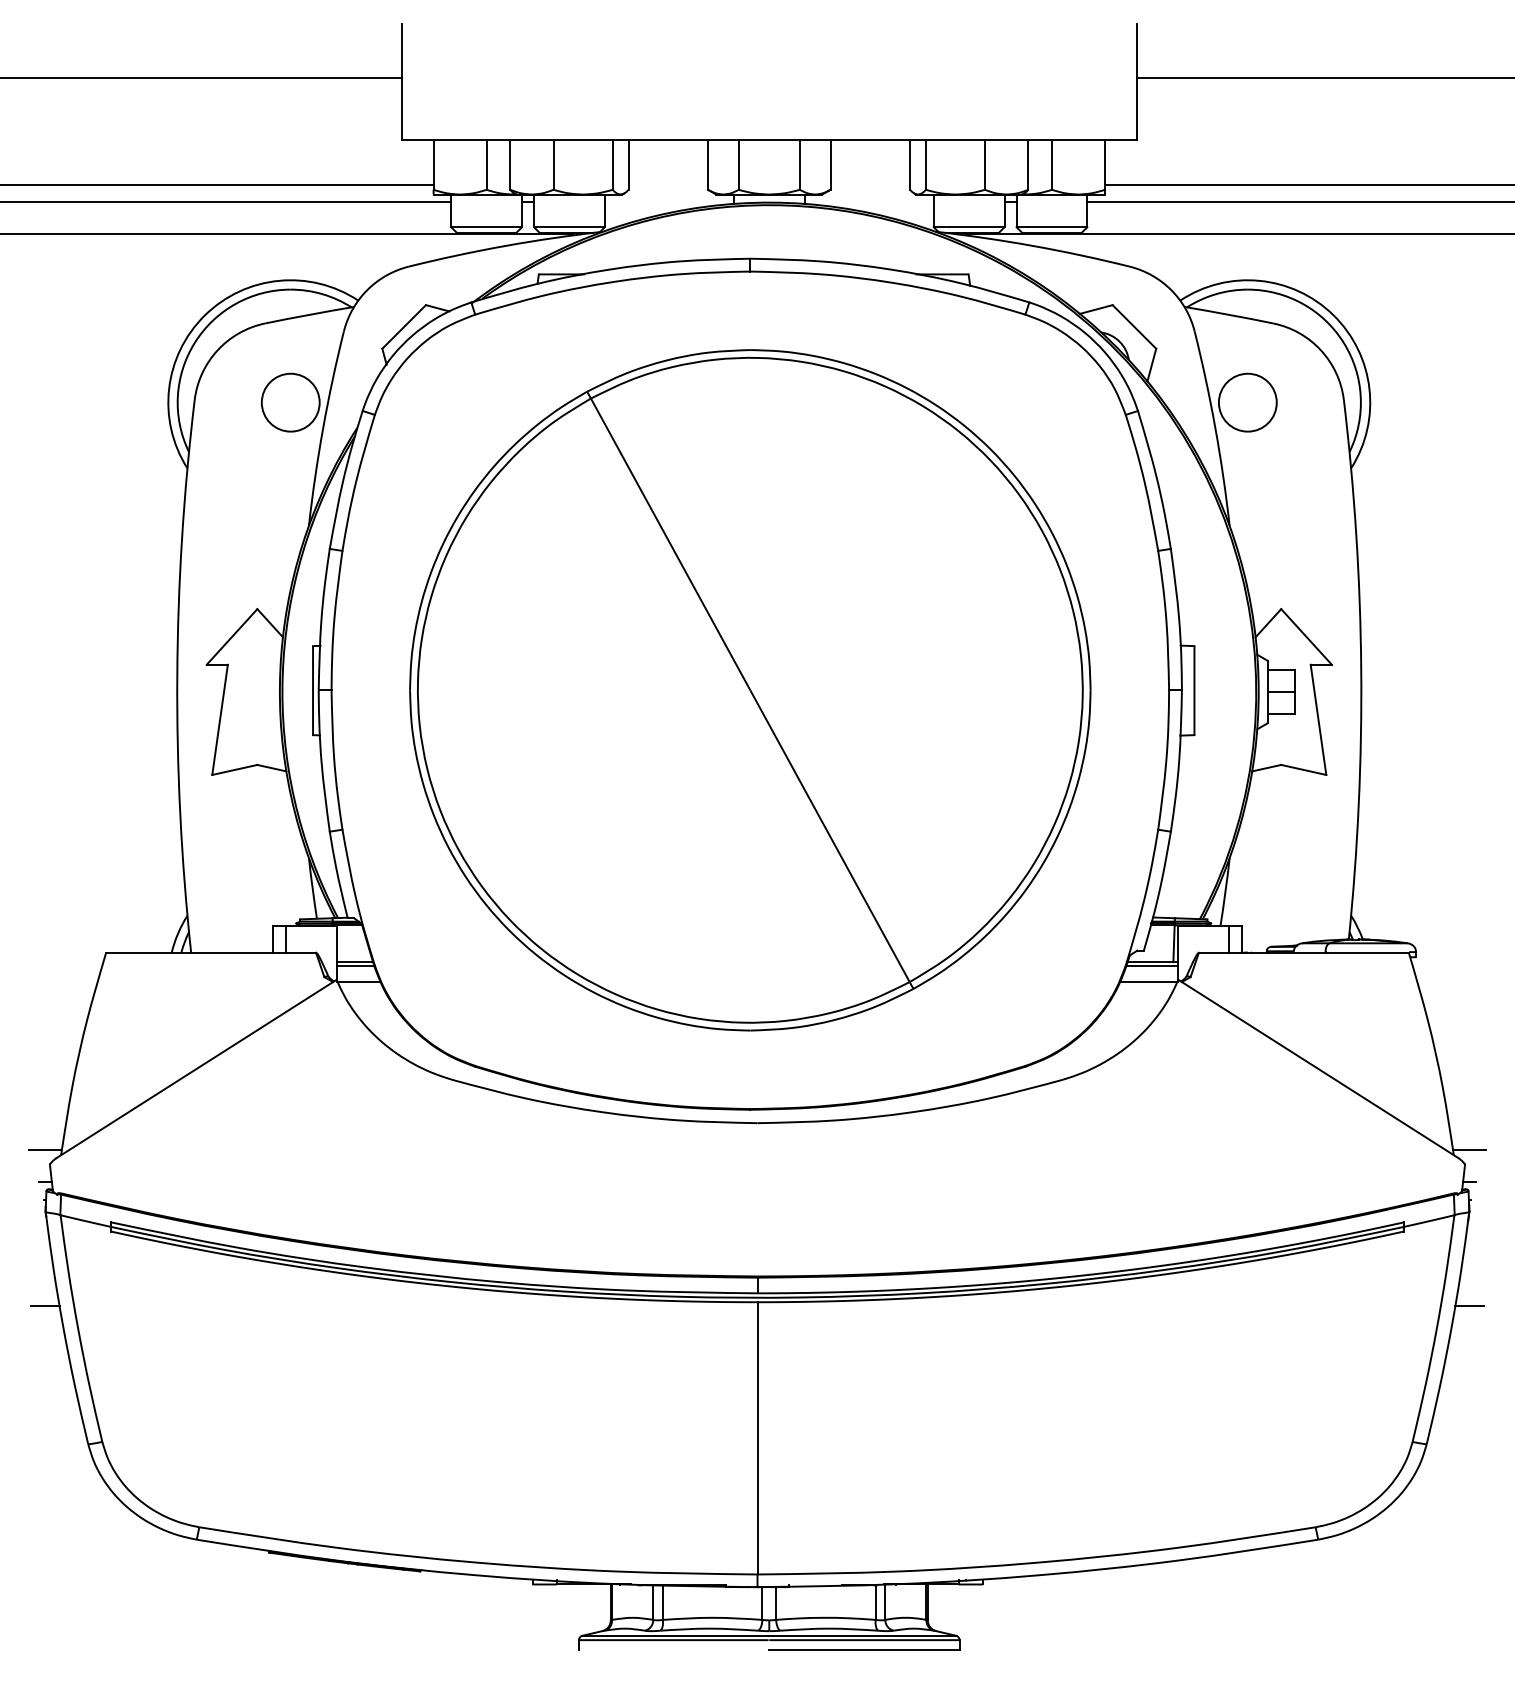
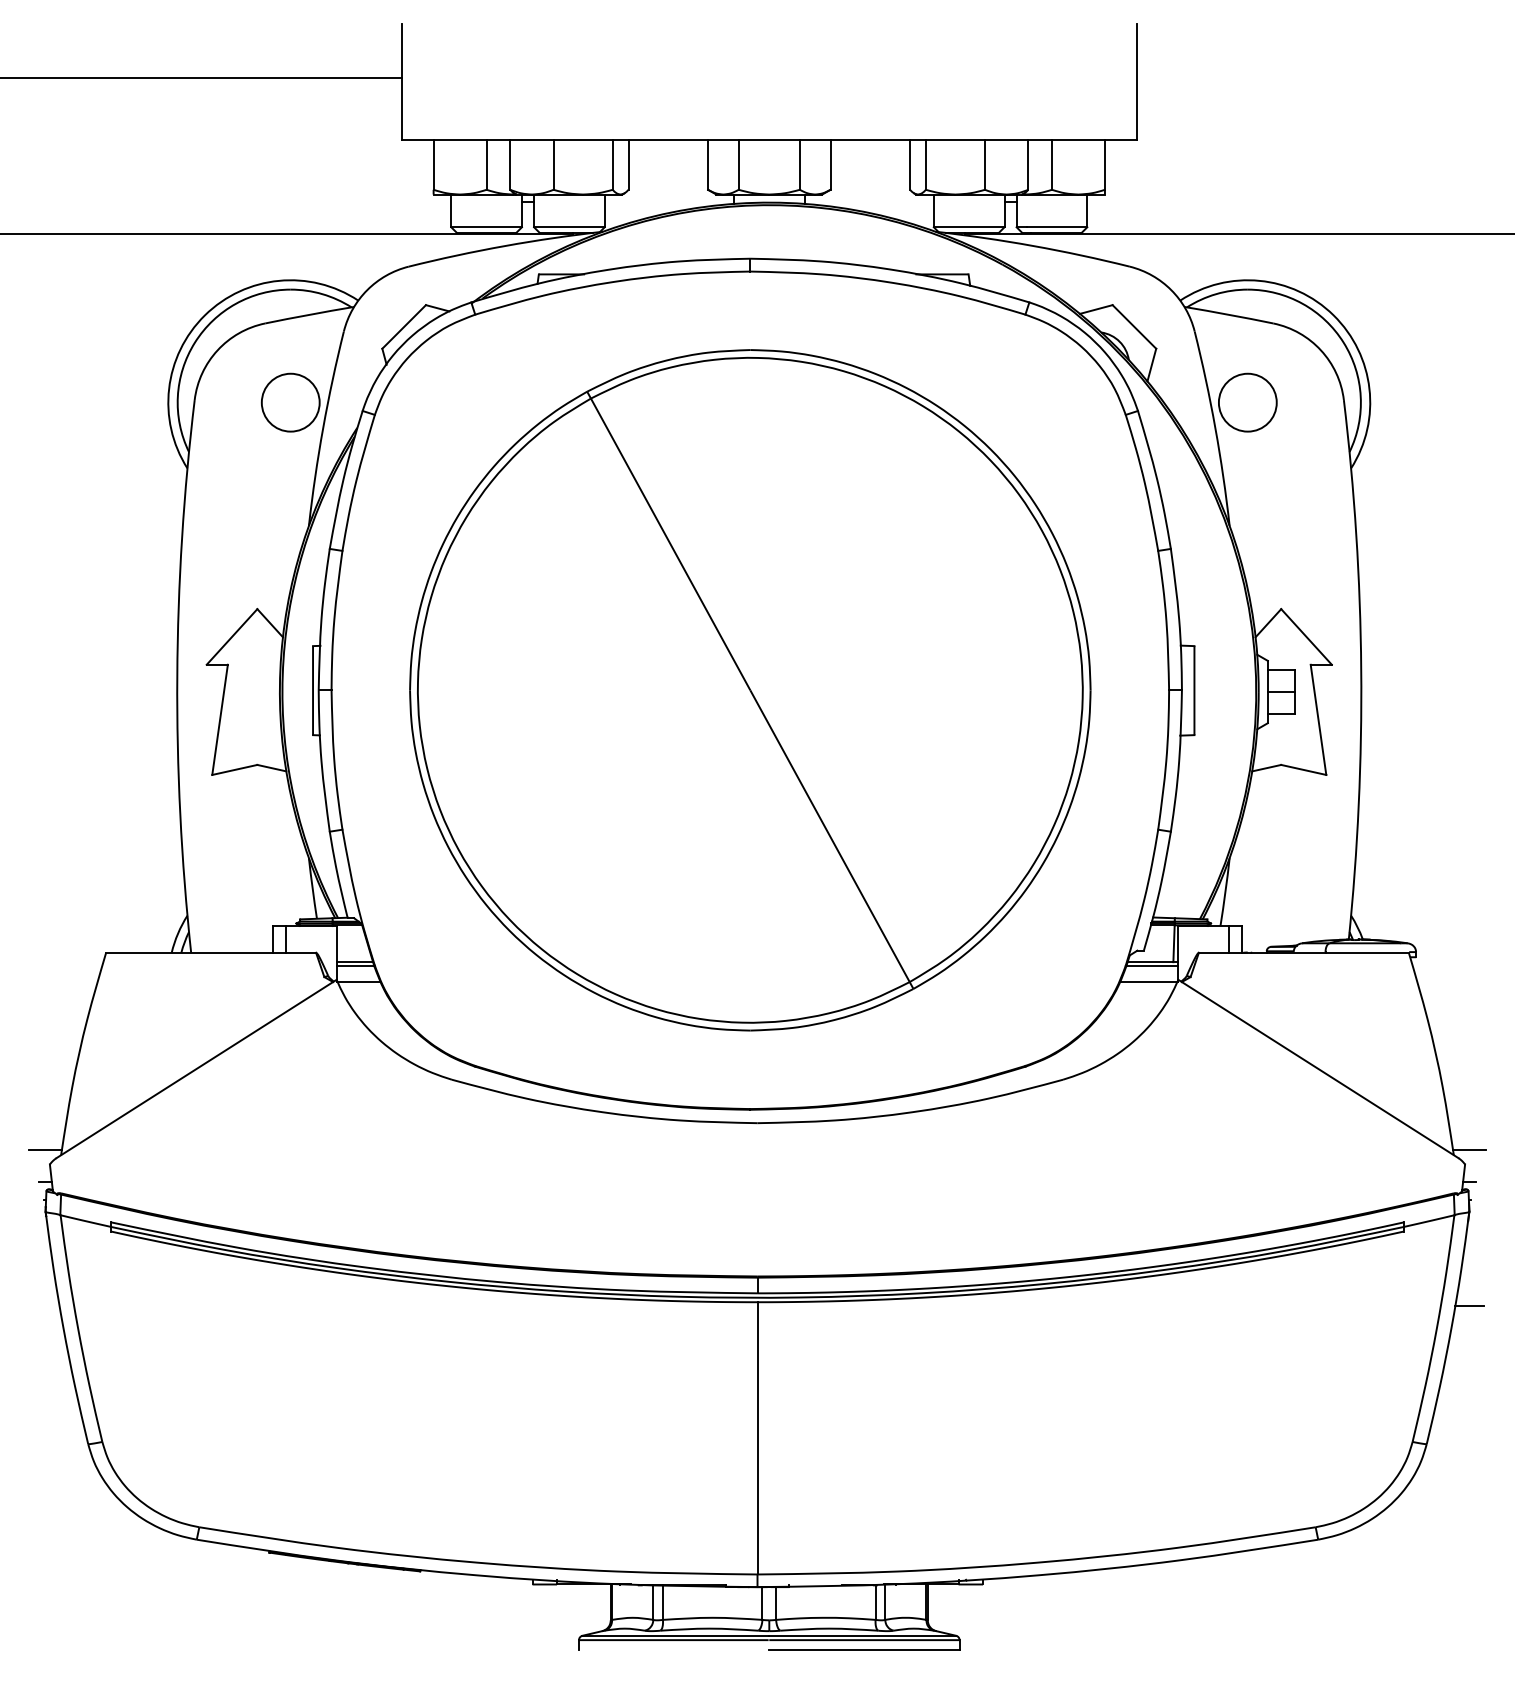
line at (1323, 77): present -> none
line at (217, 184): present -> none
line at (1307, 184): present -> none
line at (226, 202): present -> none
line at (1299, 202): present -> none
line at (44, 1306): present -> none
